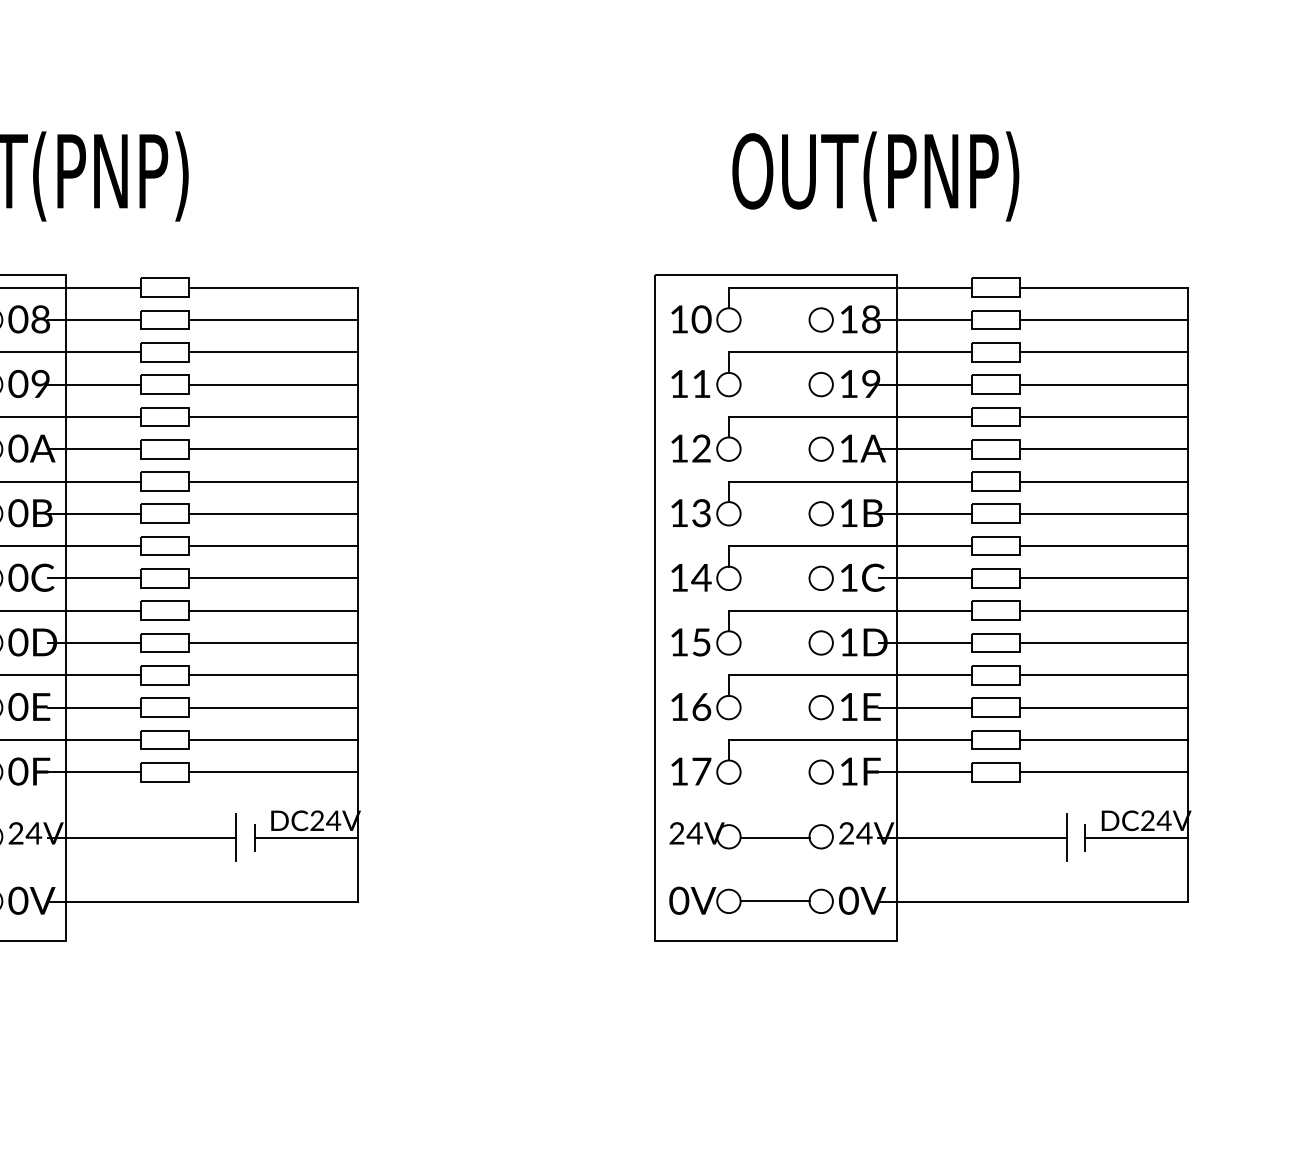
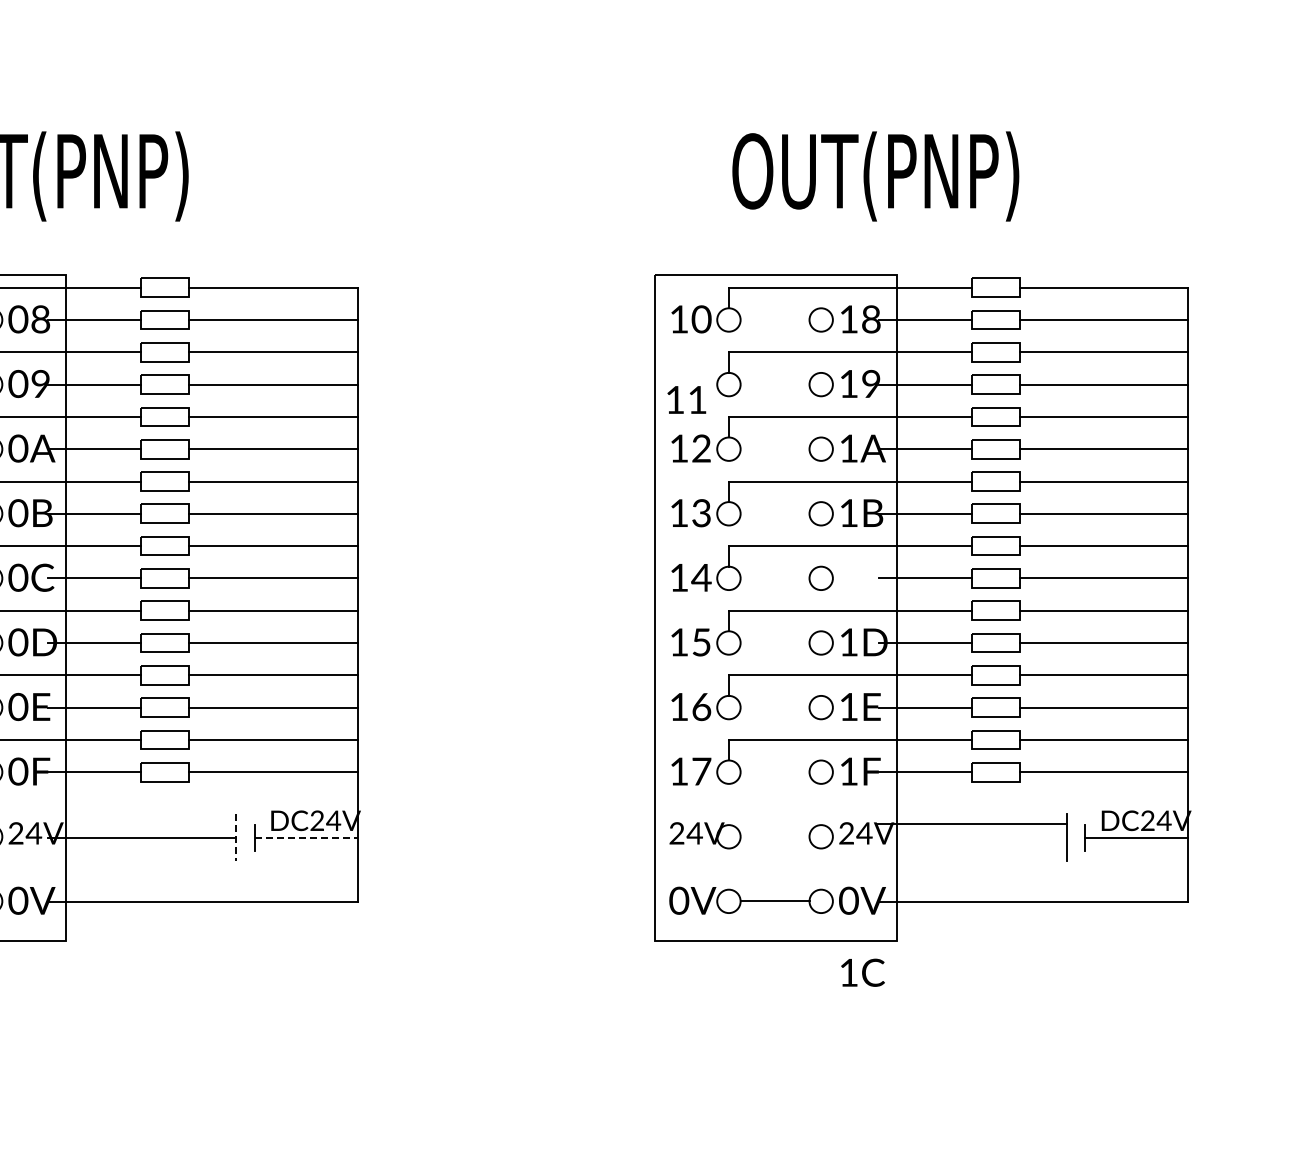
text at (690, 383) position: (690, 383) -> (686, 399)
text at (862, 577) position: (862, 577) -> (862, 972)
line at (236, 837): solid -> dashed
line at (306, 837): solid -> dashed
line at (774, 837): present -> none
line at (972, 837) position: (972, 837) -> (972, 823)
